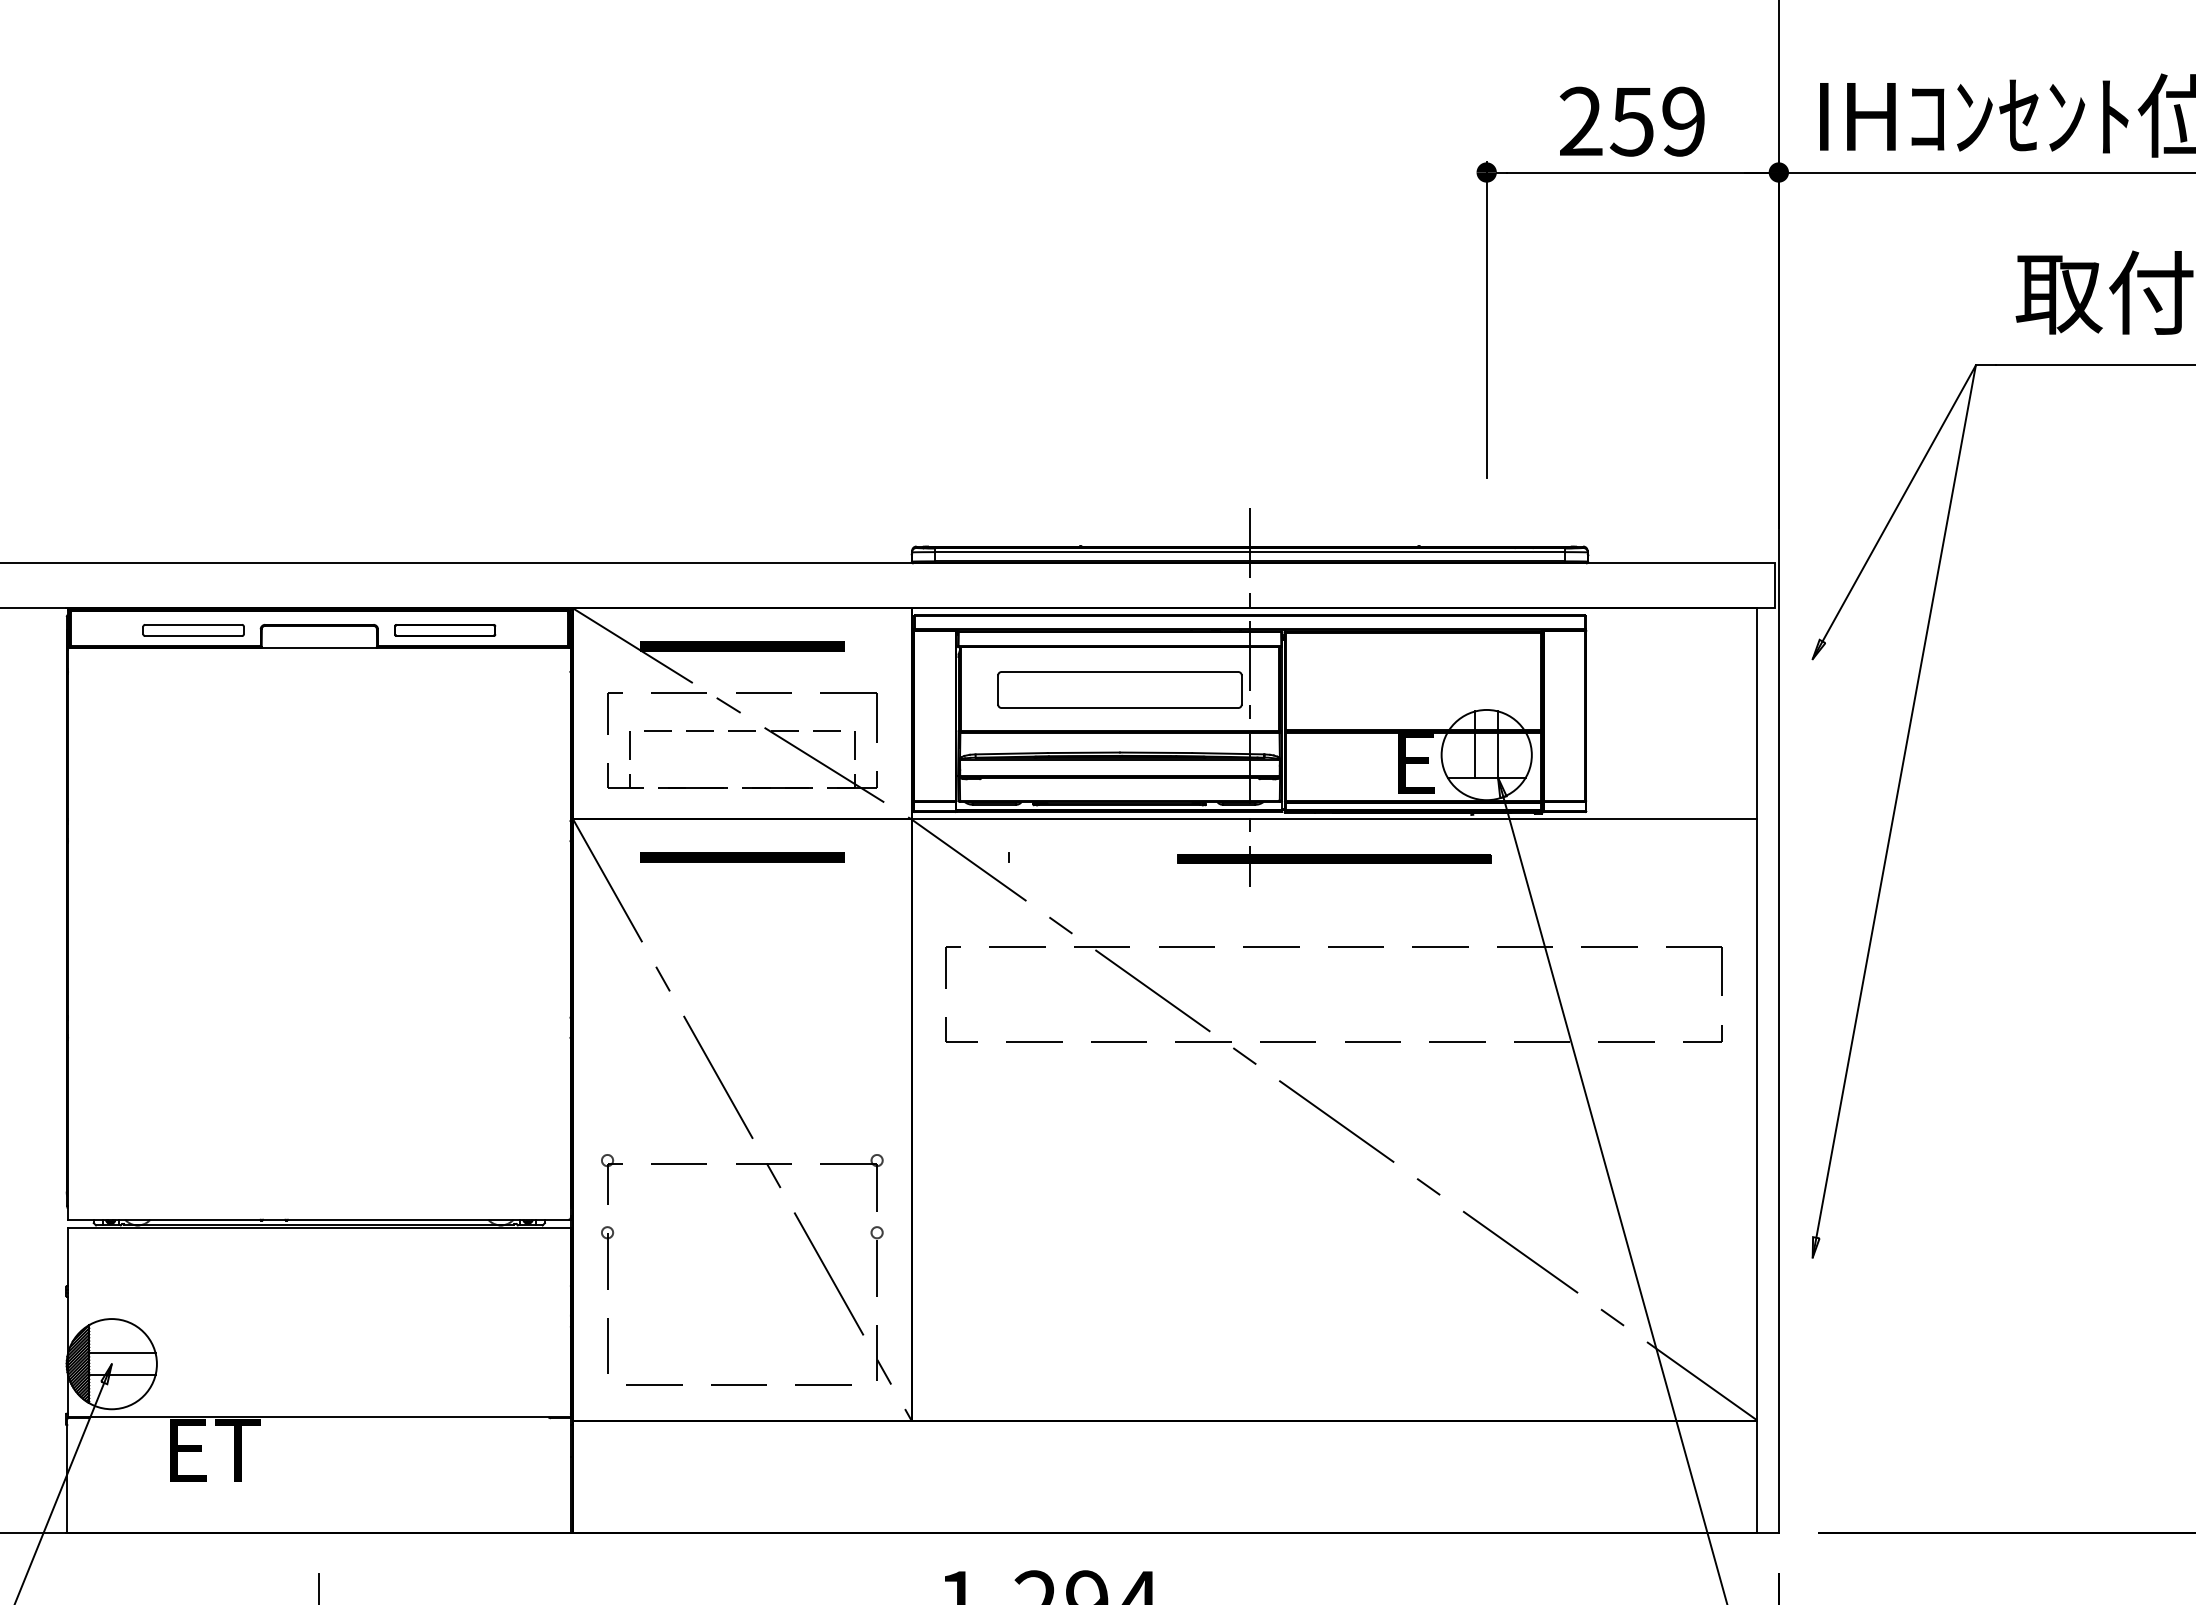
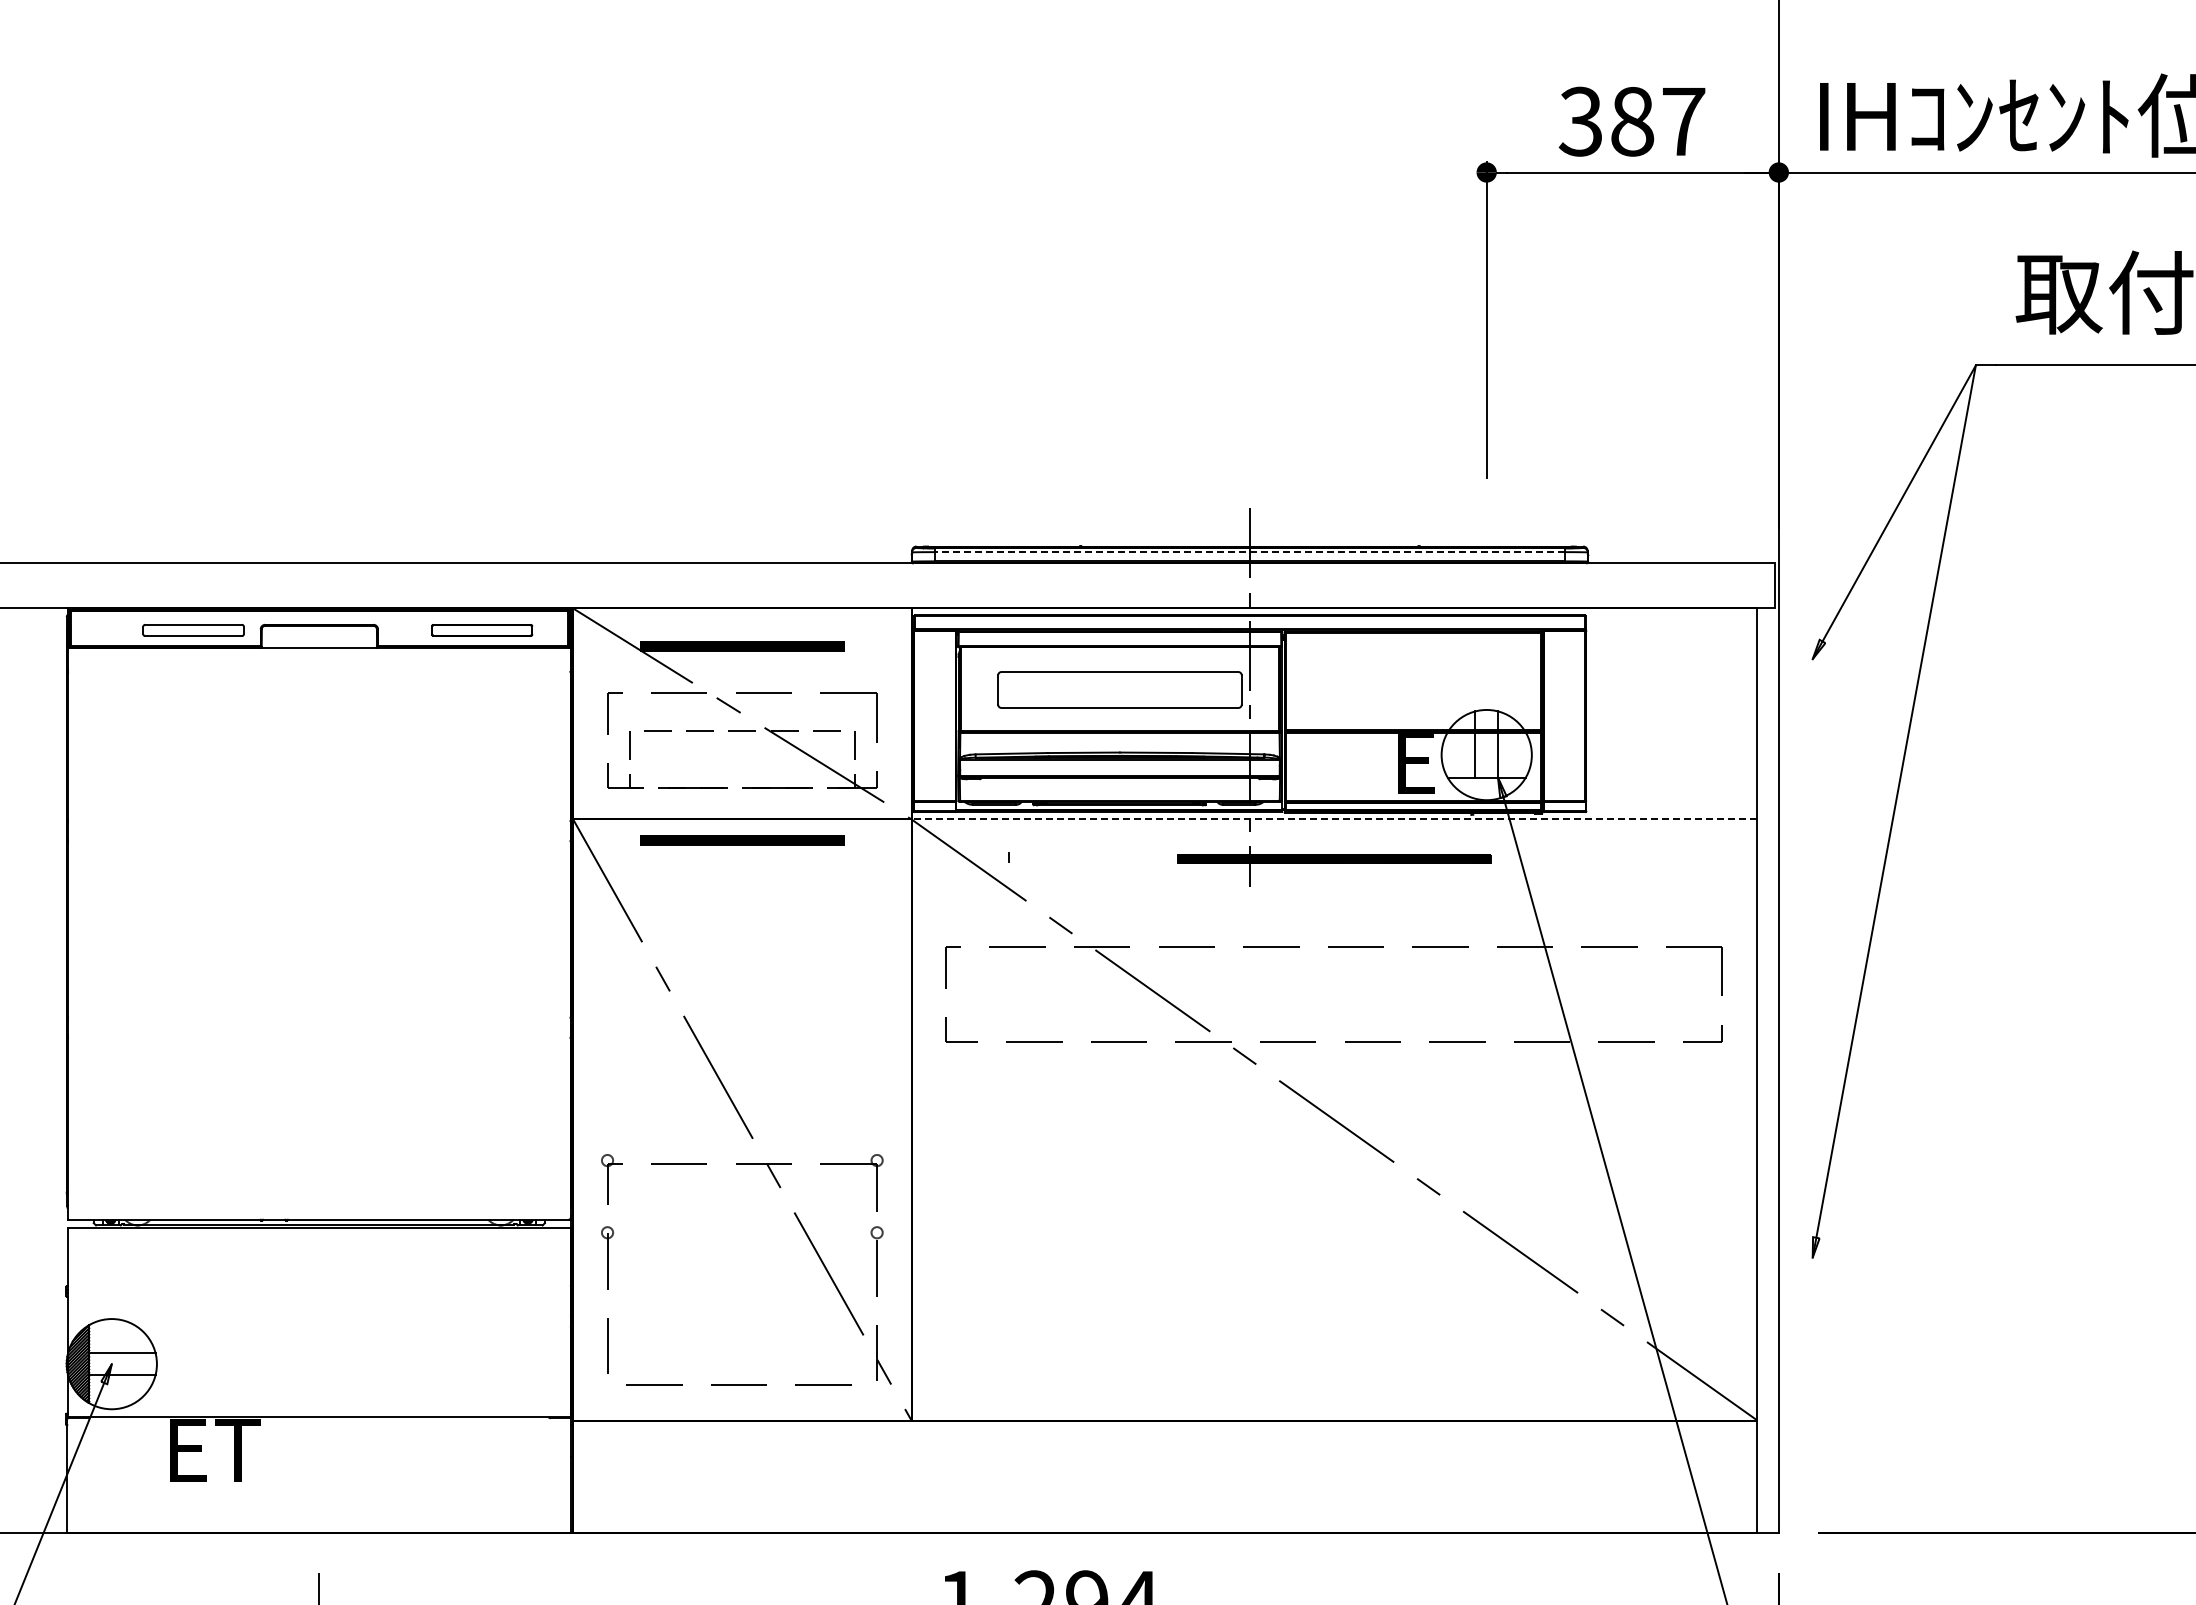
text at (1631, 121): 259 -> 387
line at (1249, 552): solid -> dashed
part at (445, 630) position: (445, 630) -> (482, 630)
line at (1334, 819): solid -> dashed
part at (742, 857) position: (742, 857) -> (742, 840)
